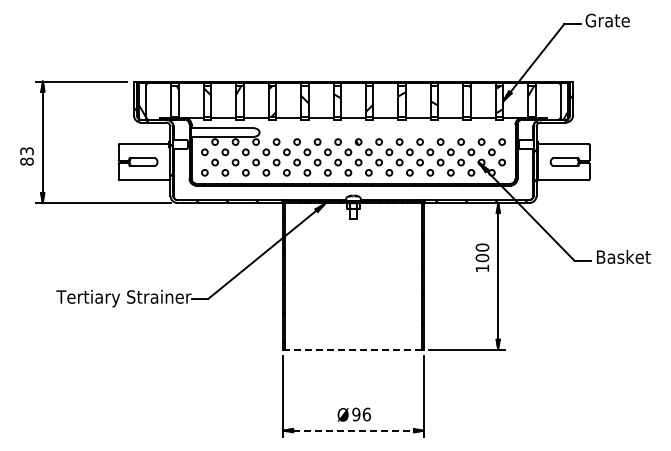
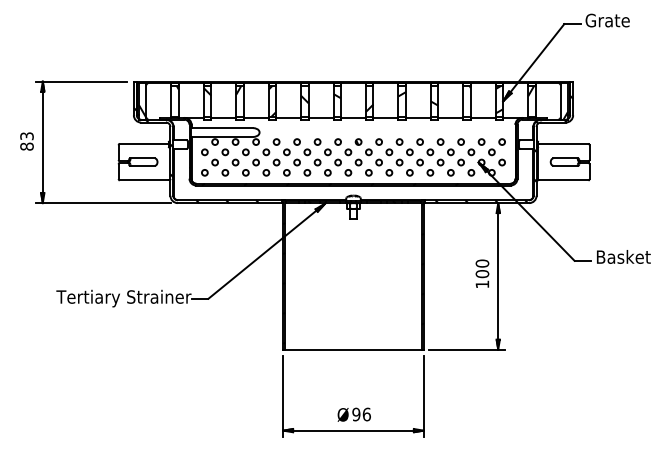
text at (26, 156) position: (26, 156) -> (26, 141)
text at (482, 257) position: (482, 257) -> (482, 273)
line at (353, 349): dashed -> solid
line at (354, 430): dashed -> solid
